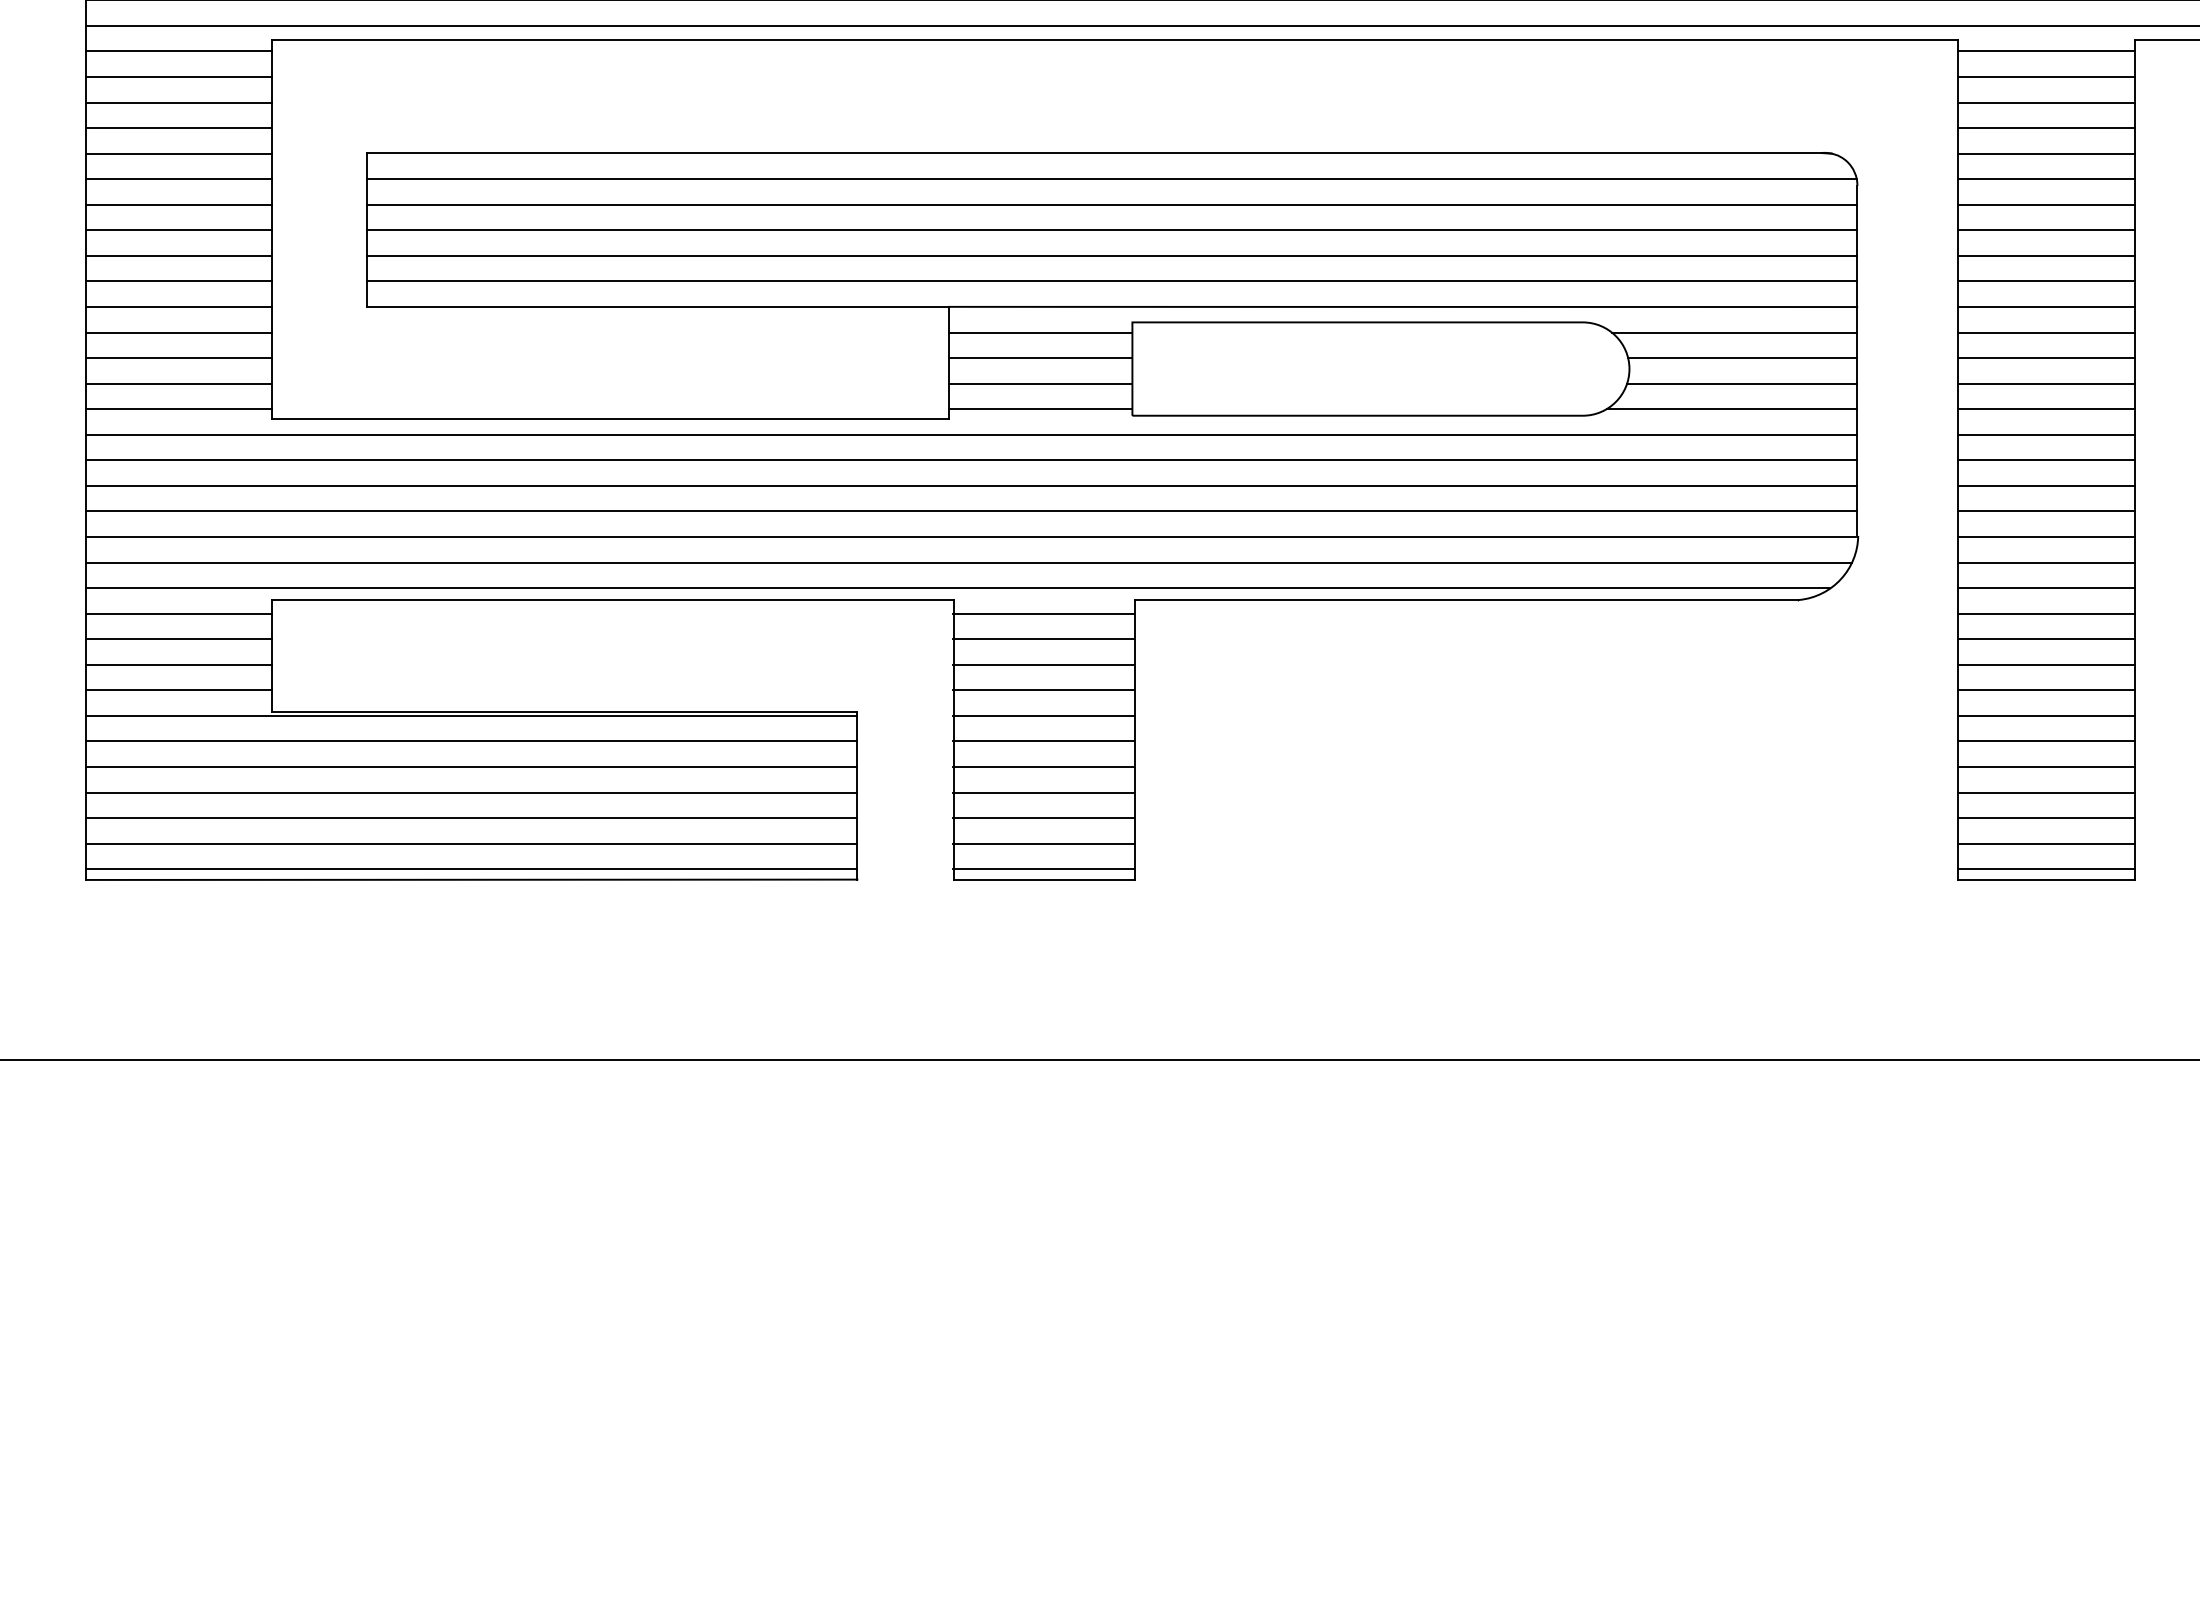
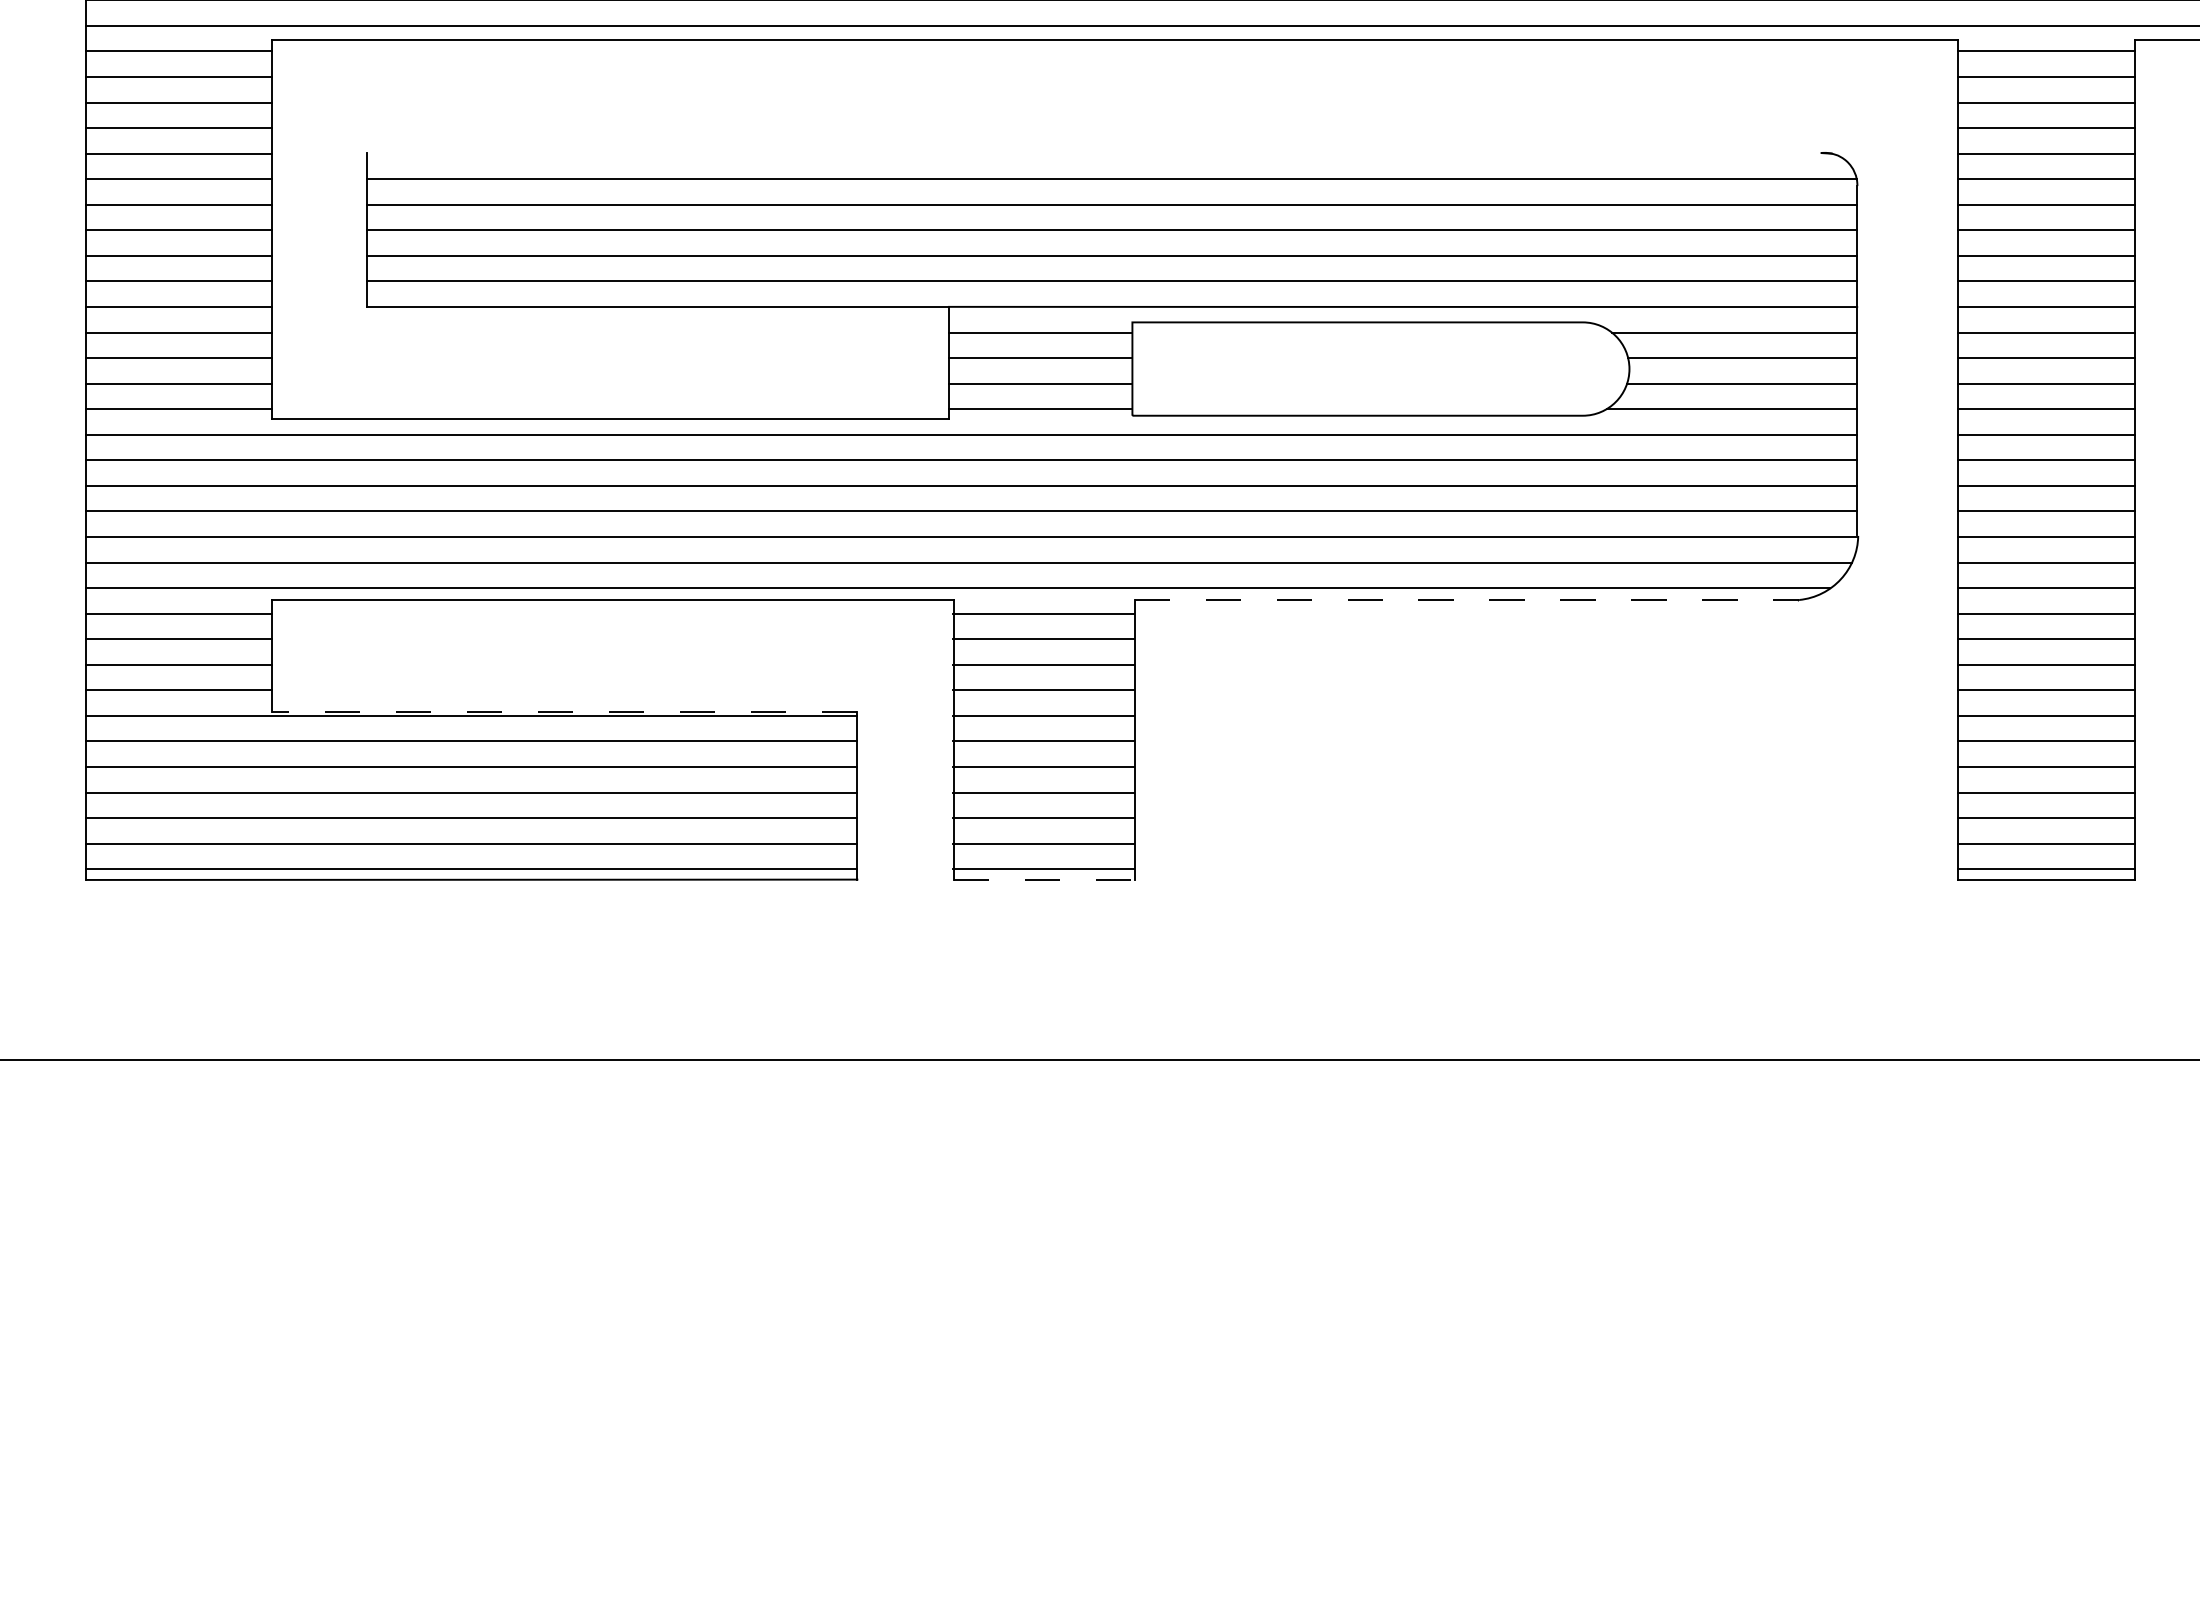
line at (1093, 153): present -> none
line at (1467, 599): solid -> dashed
line at (564, 711): solid -> dashed
line at (1044, 879): solid -> dashed
